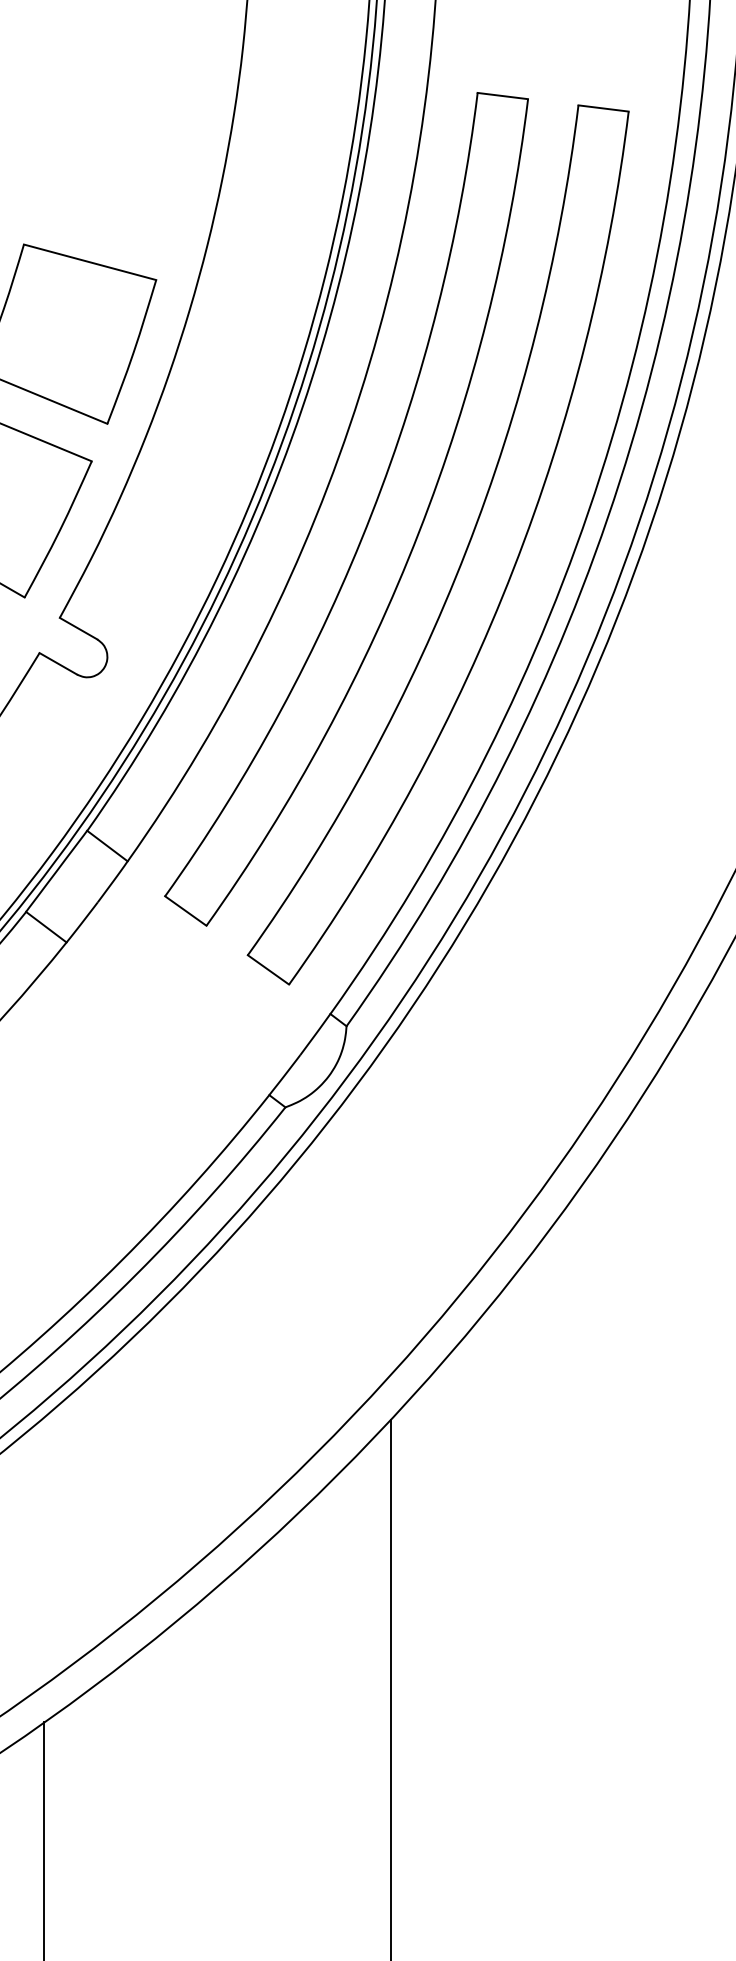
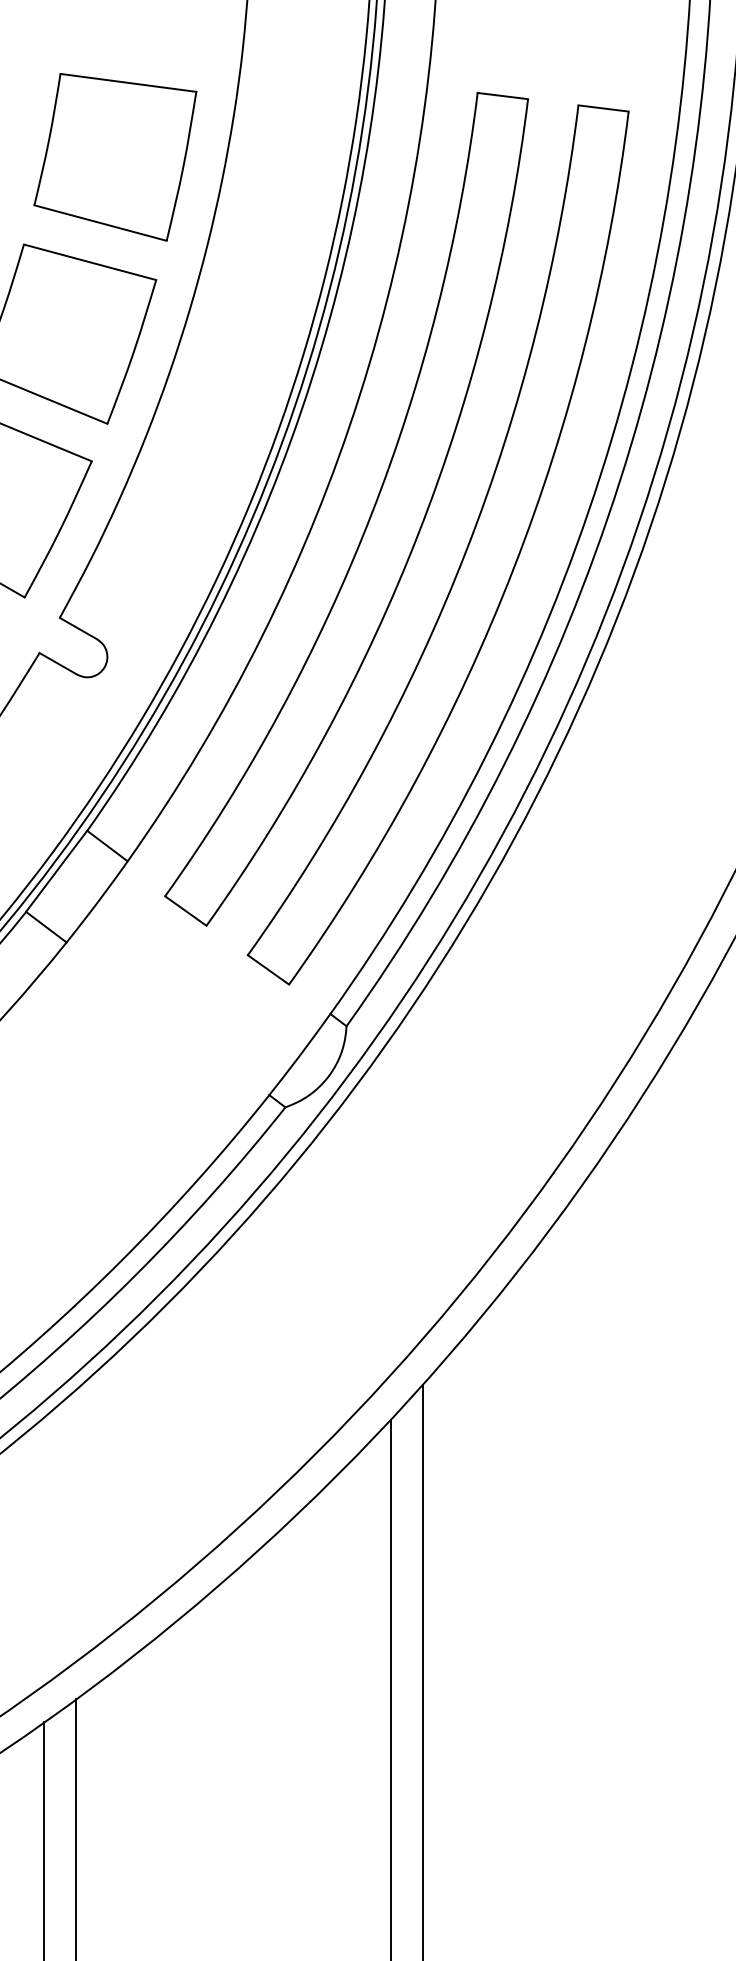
part at (115, 157): none -> present
line at (422, 1671): none -> present
line at (76, 1828): none -> present
